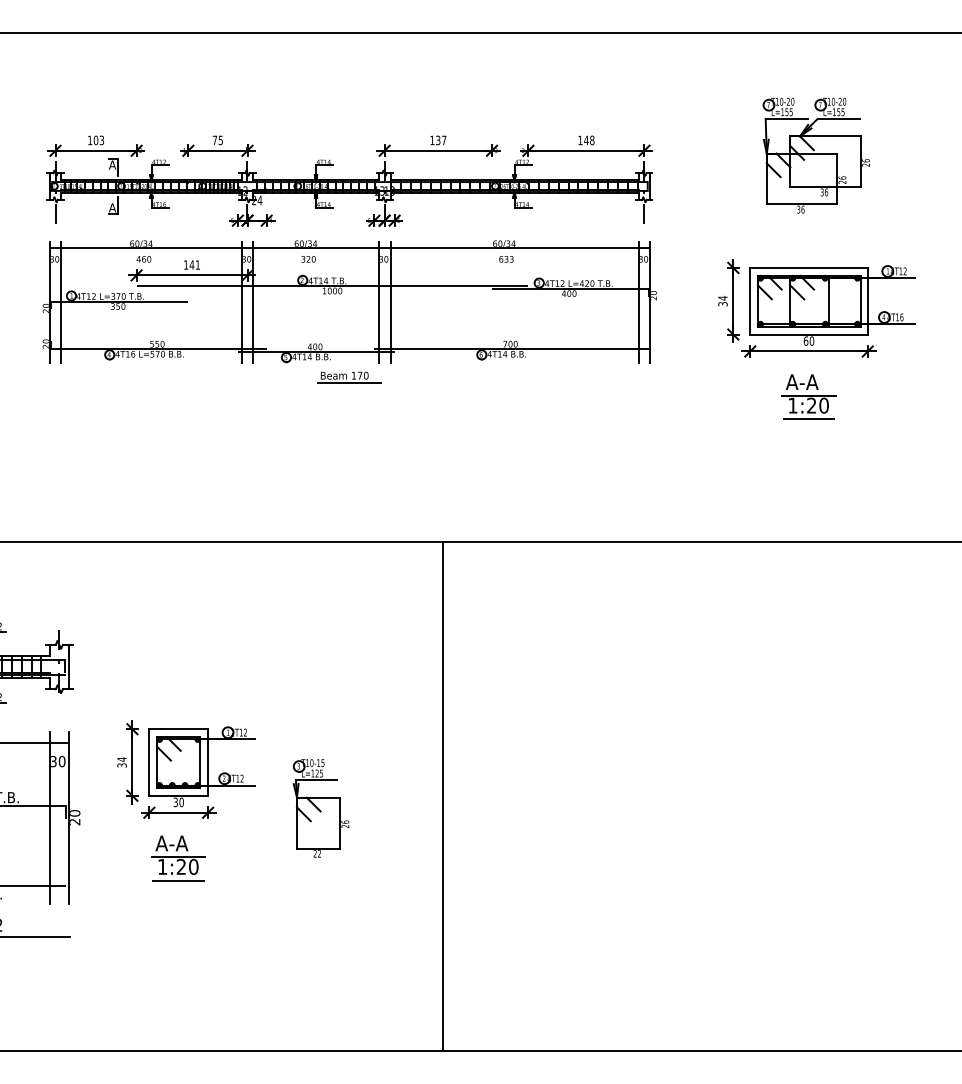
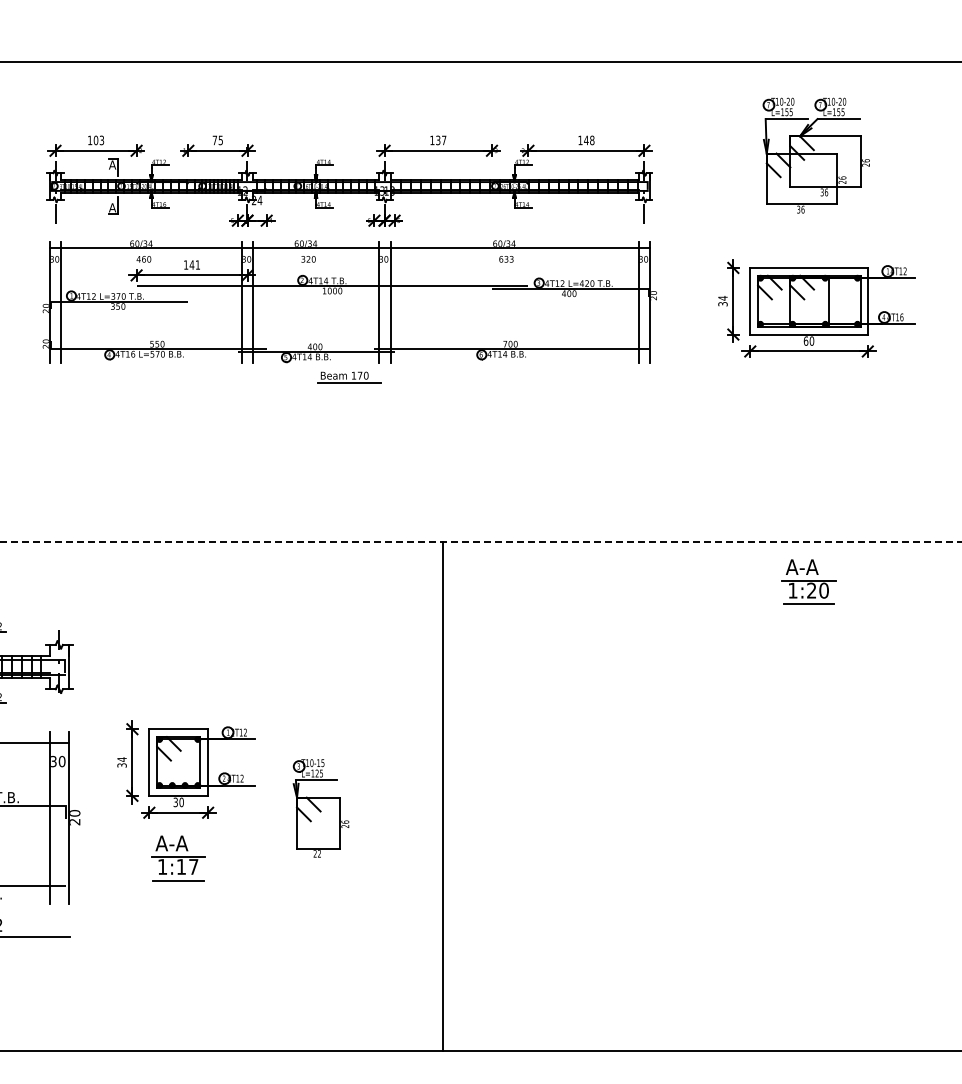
line at (480, 32) position: (480, 32) -> (480, 61)
part at (808, 396) position: (808, 396) -> (808, 581)
line at (481, 541): solid -> dashed
text at (187, 866): 1:20 -> 1:17
